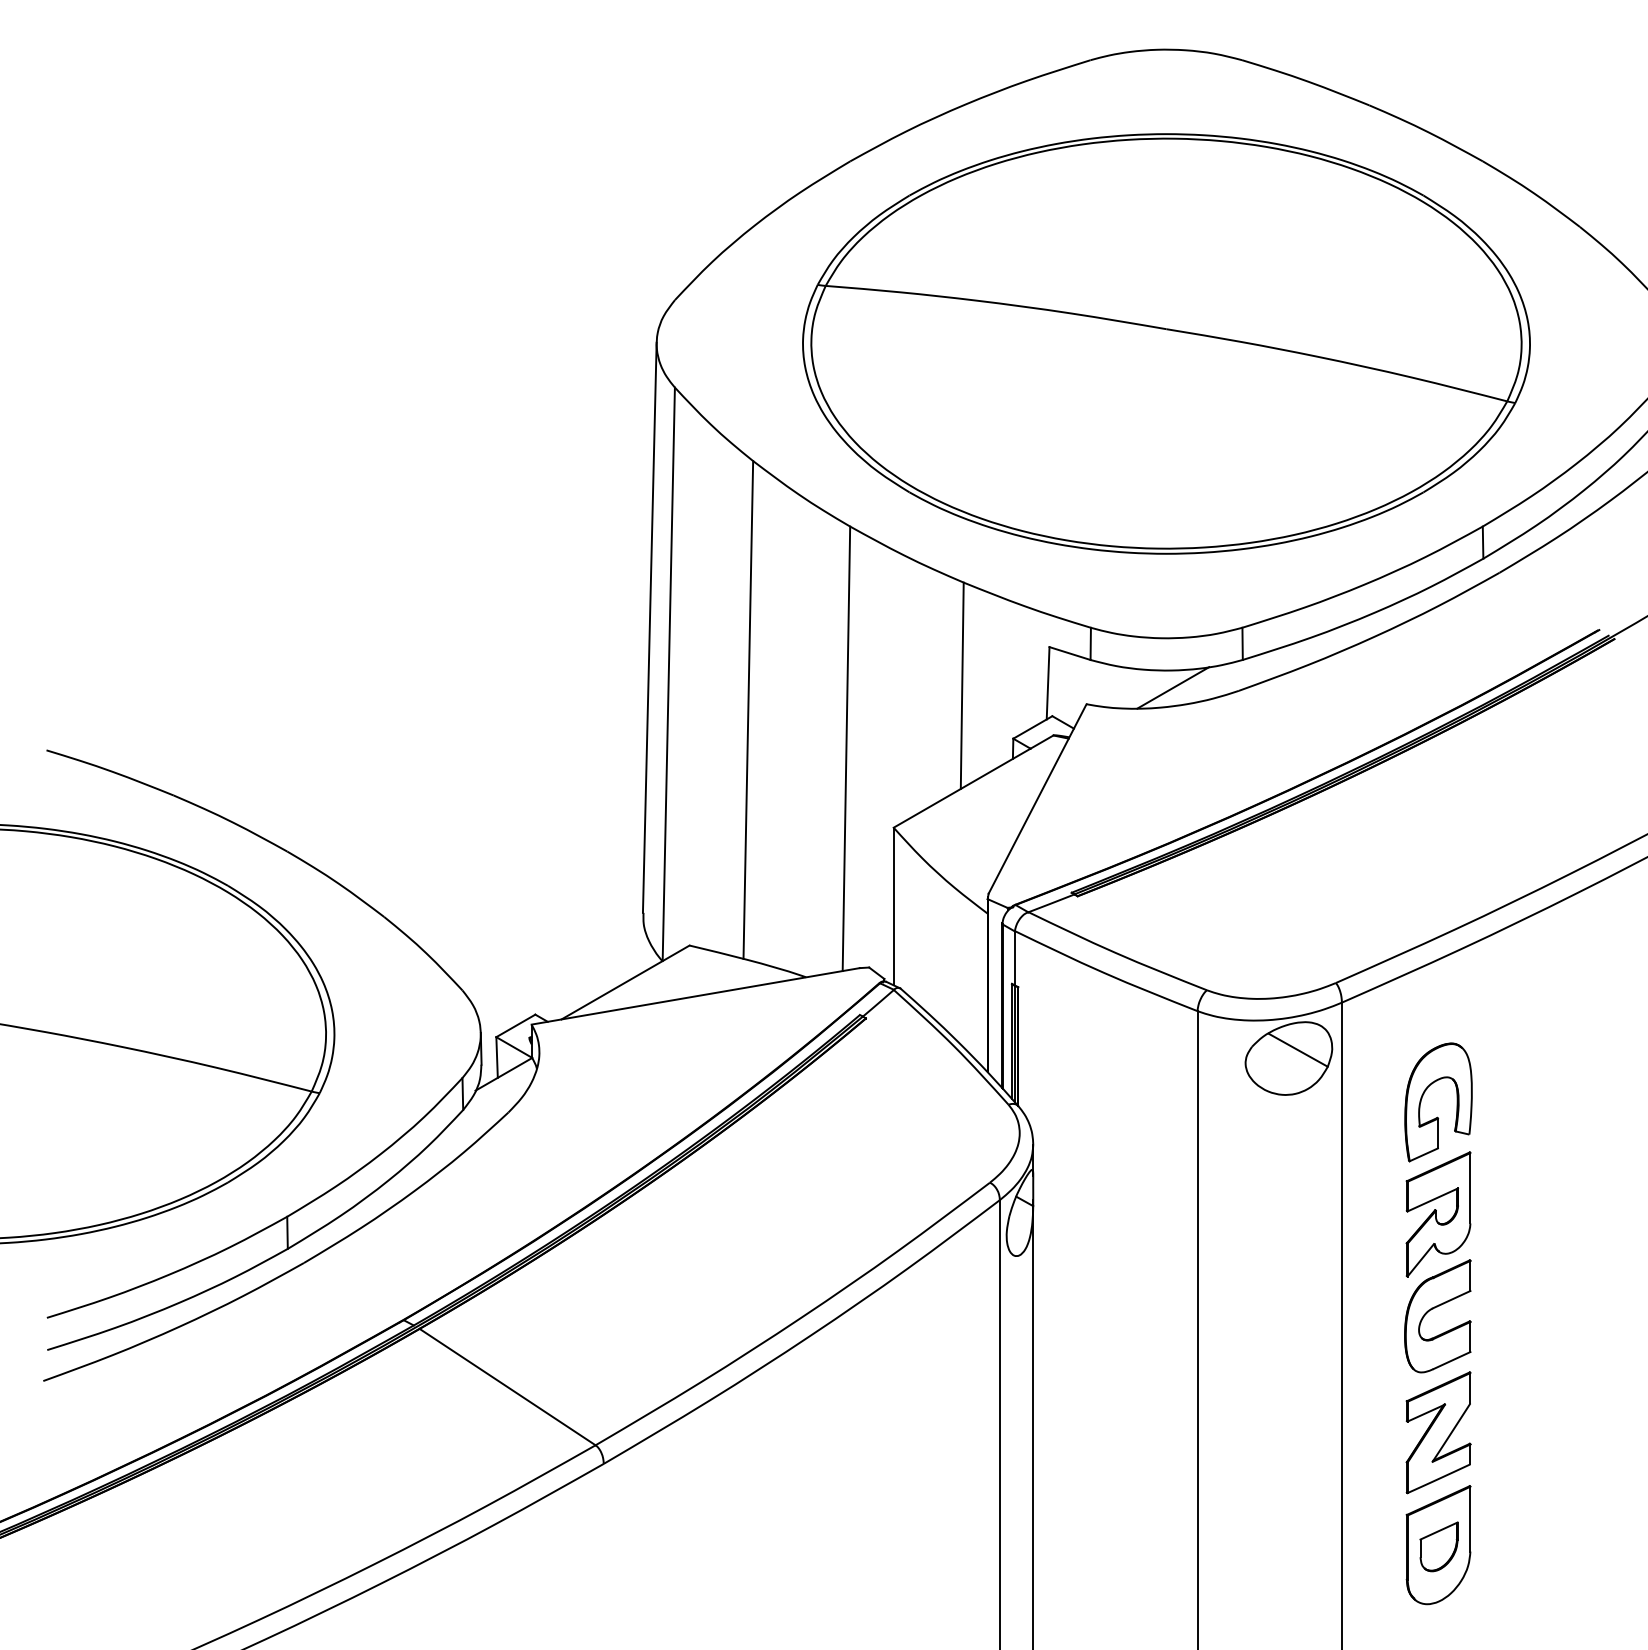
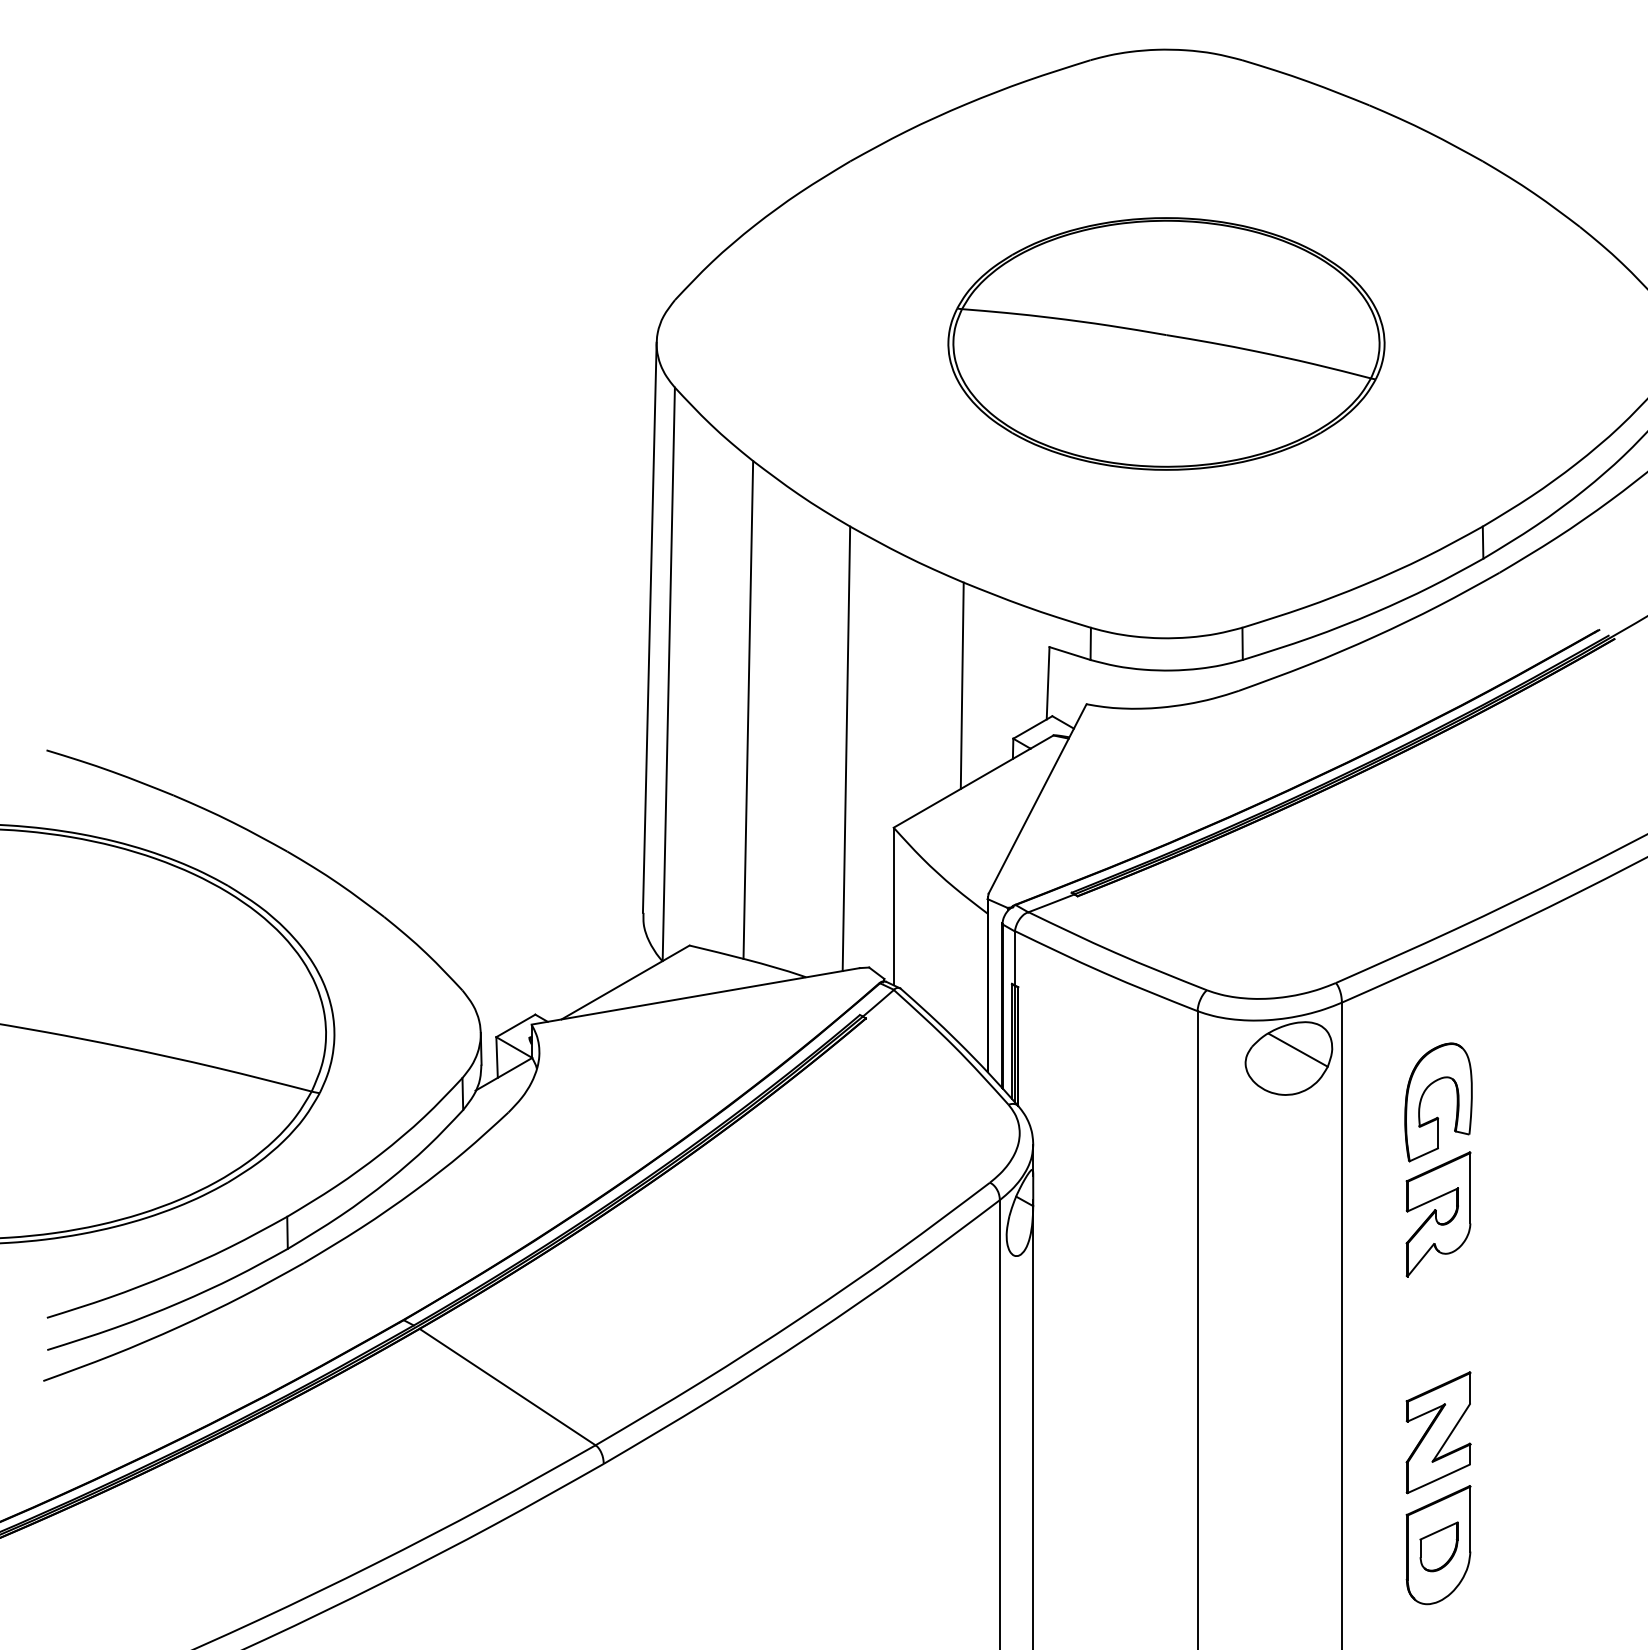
part at (1166, 343) size: 729x422 px -> 439x254 px
line at (1173, 687): present -> none
part at (1433, 1309): present -> none
